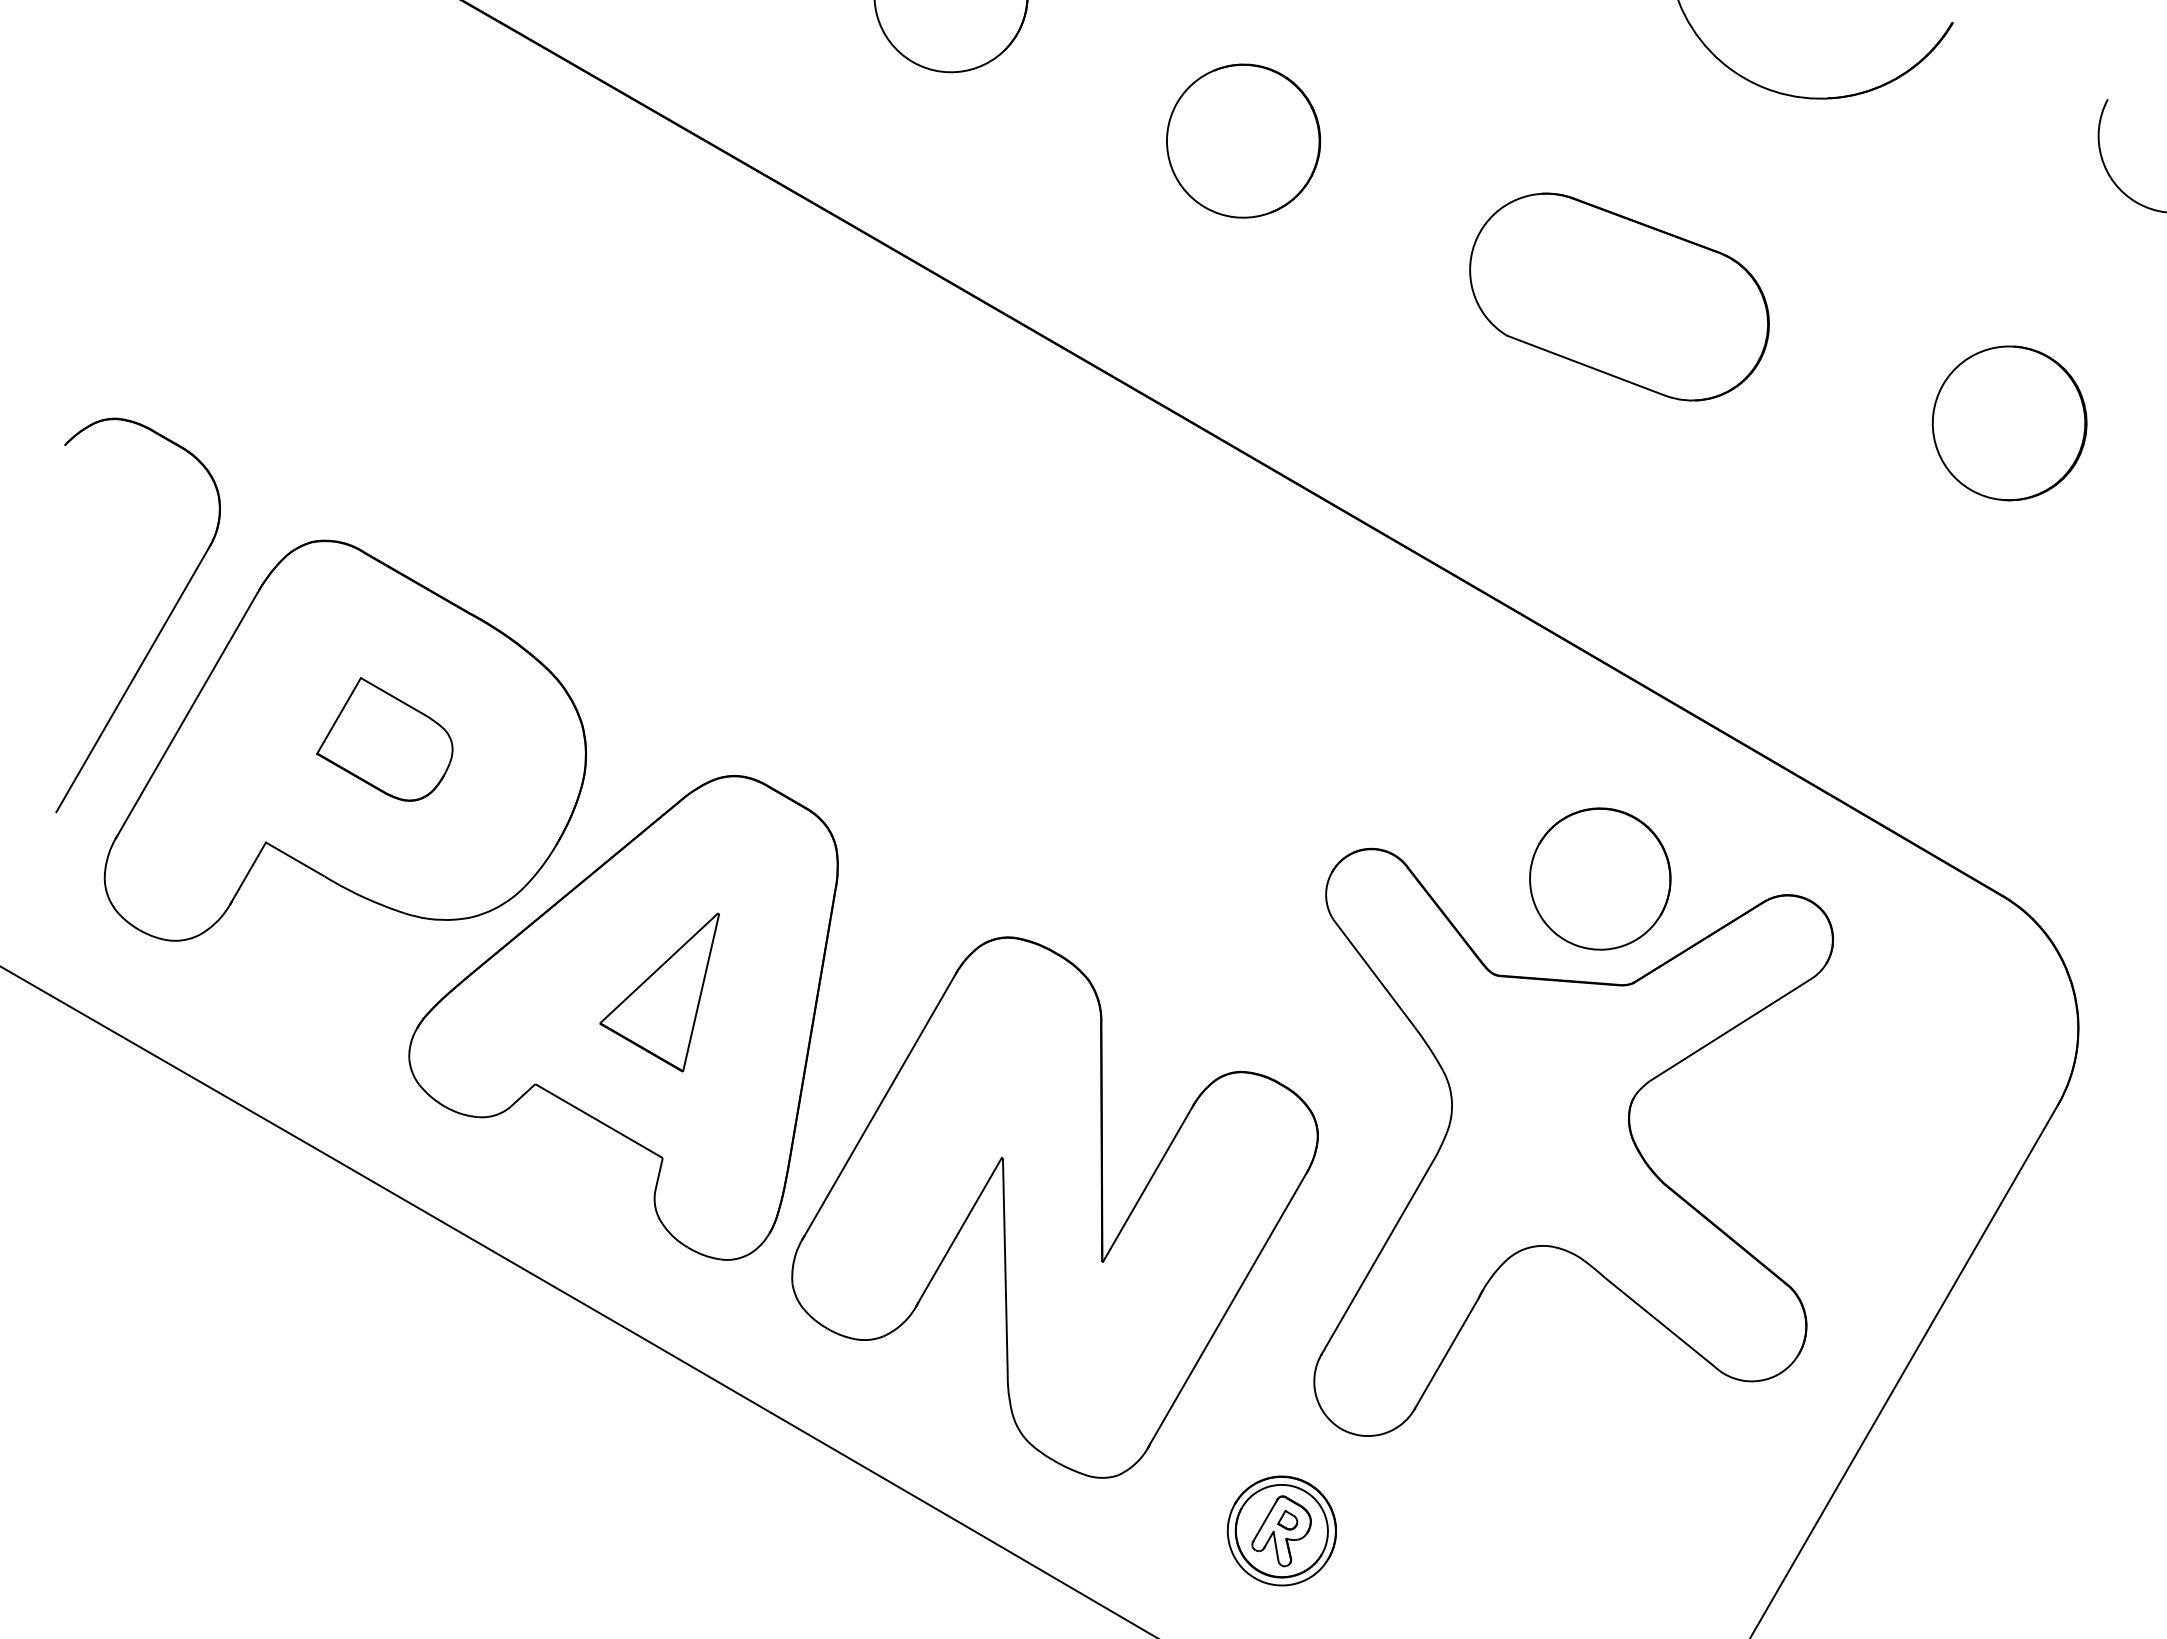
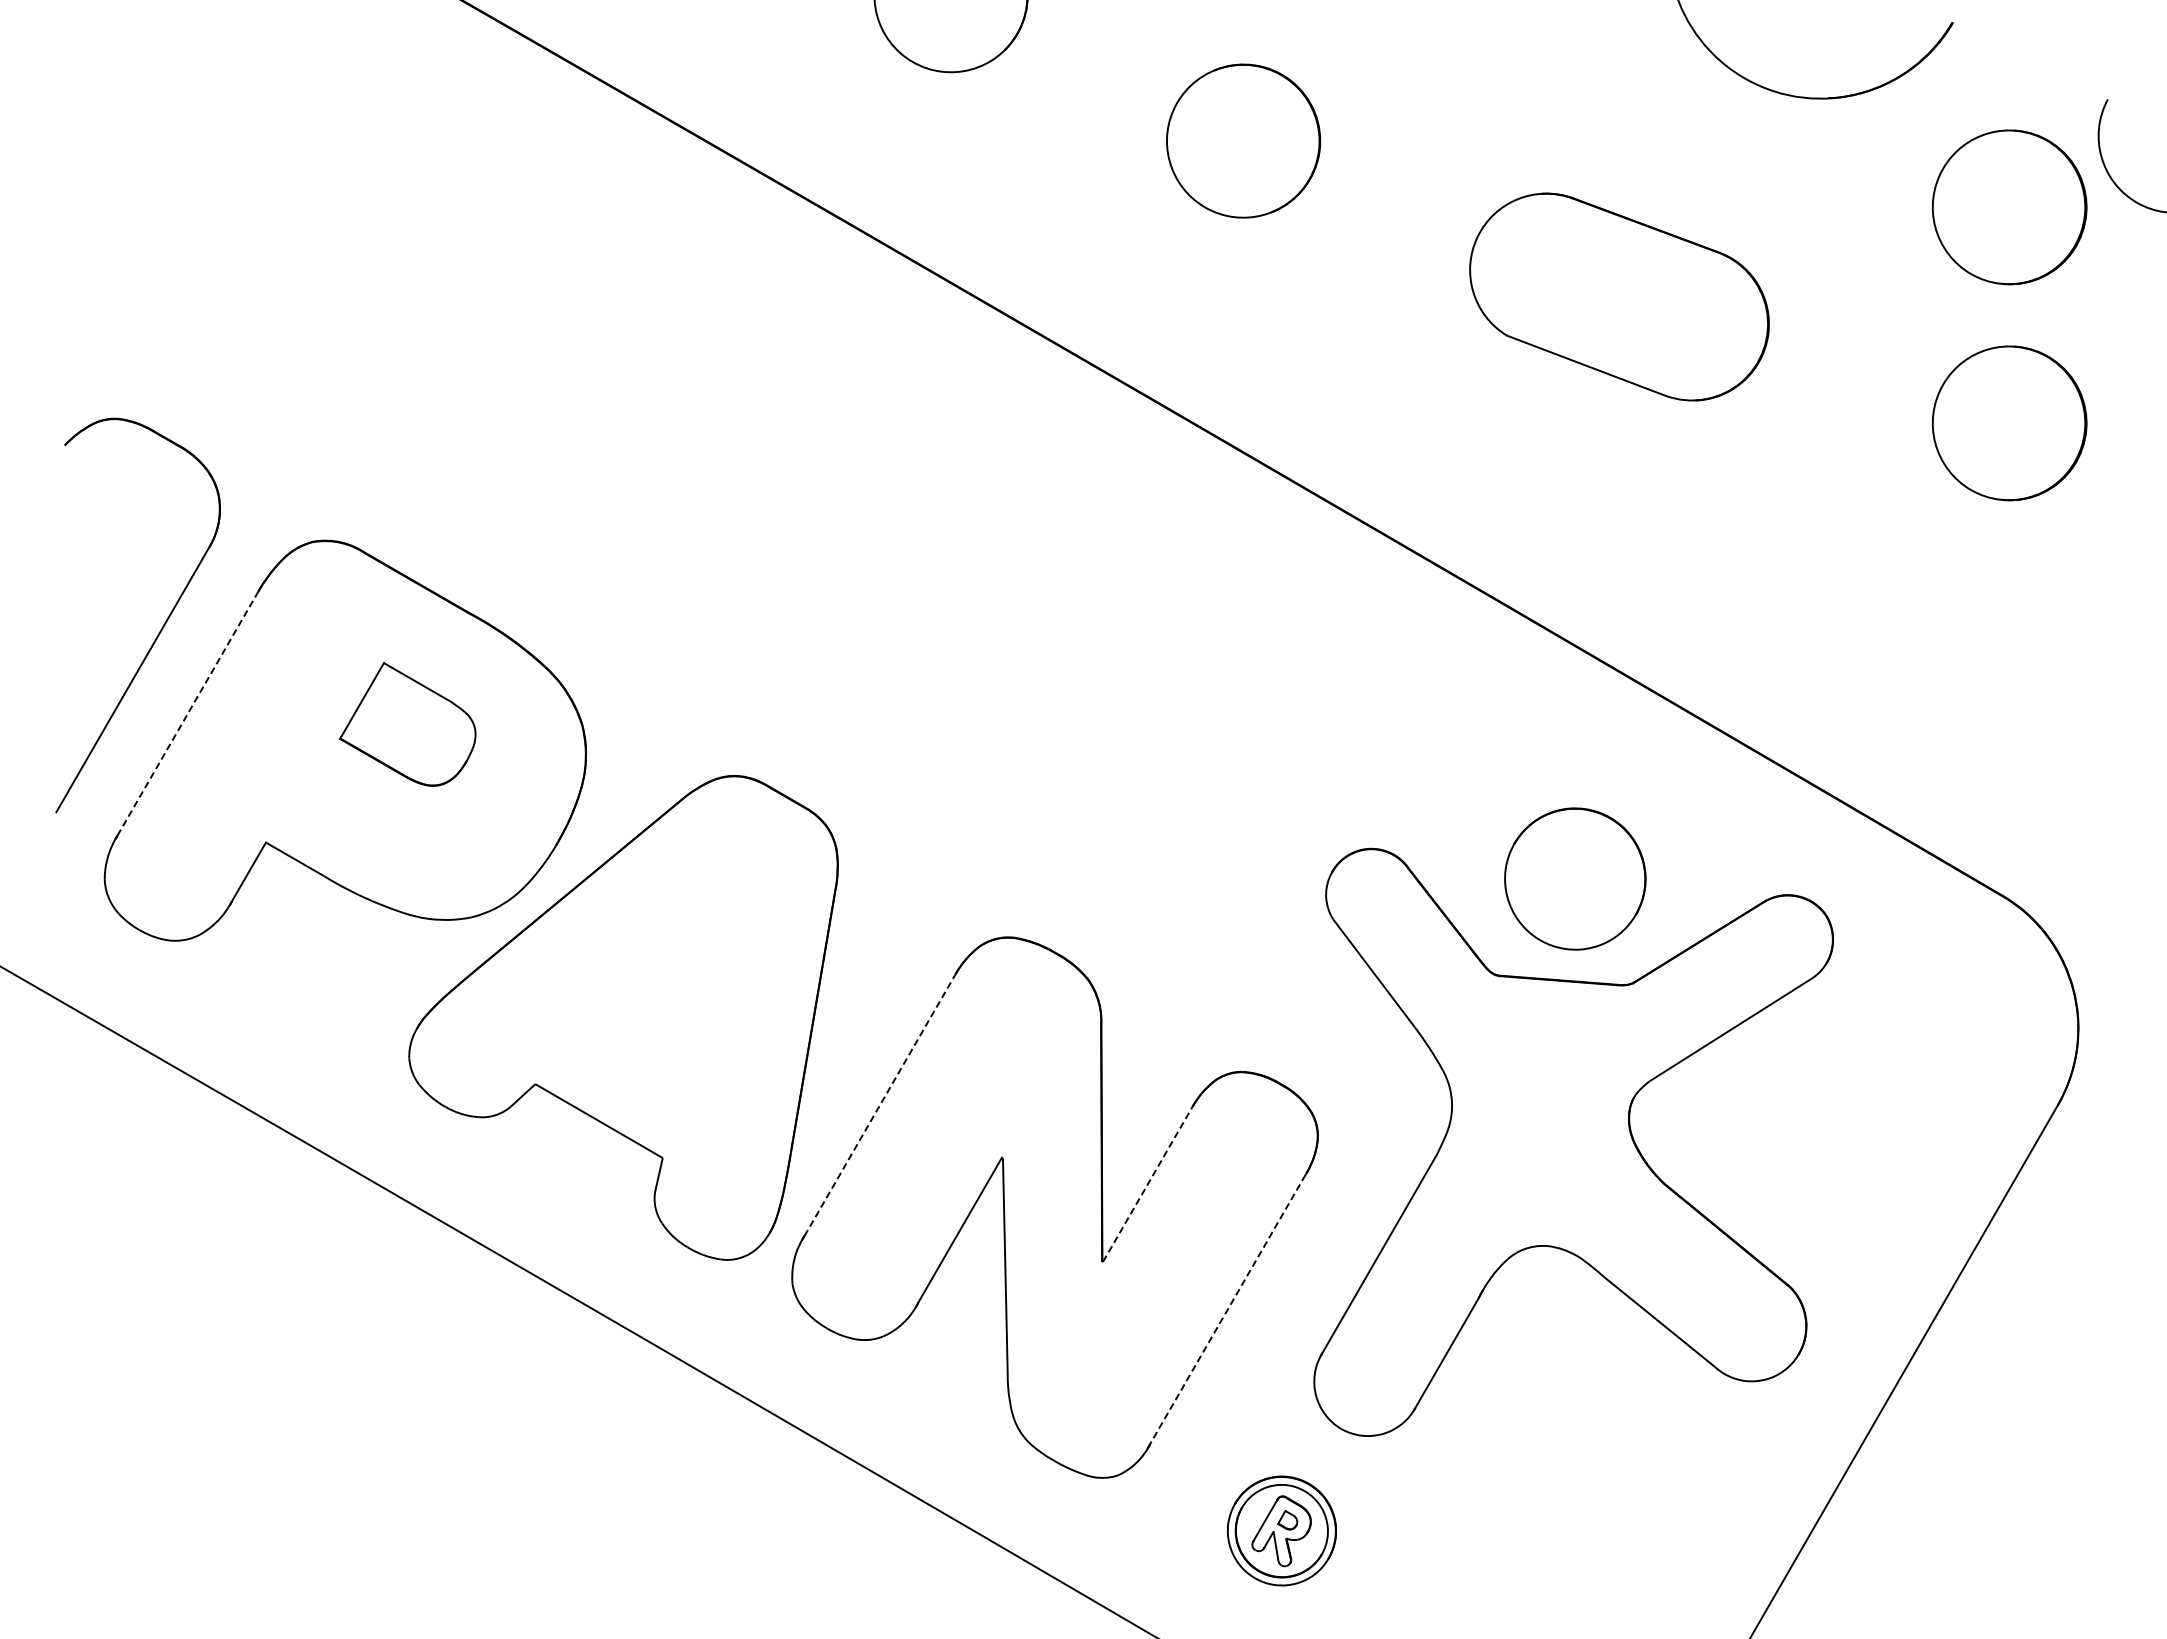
part at (2009, 207): none -> present
line at (187, 714): solid -> dashed
part at (384, 739) position: (384, 739) -> (407, 724)
part at (1600, 878) position: (1600, 878) -> (1575, 878)
part at (659, 992): present -> none
line at (879, 1105): solid -> dashed
line at (1147, 1185): solid -> dashed
line at (1227, 1309): solid -> dashed
